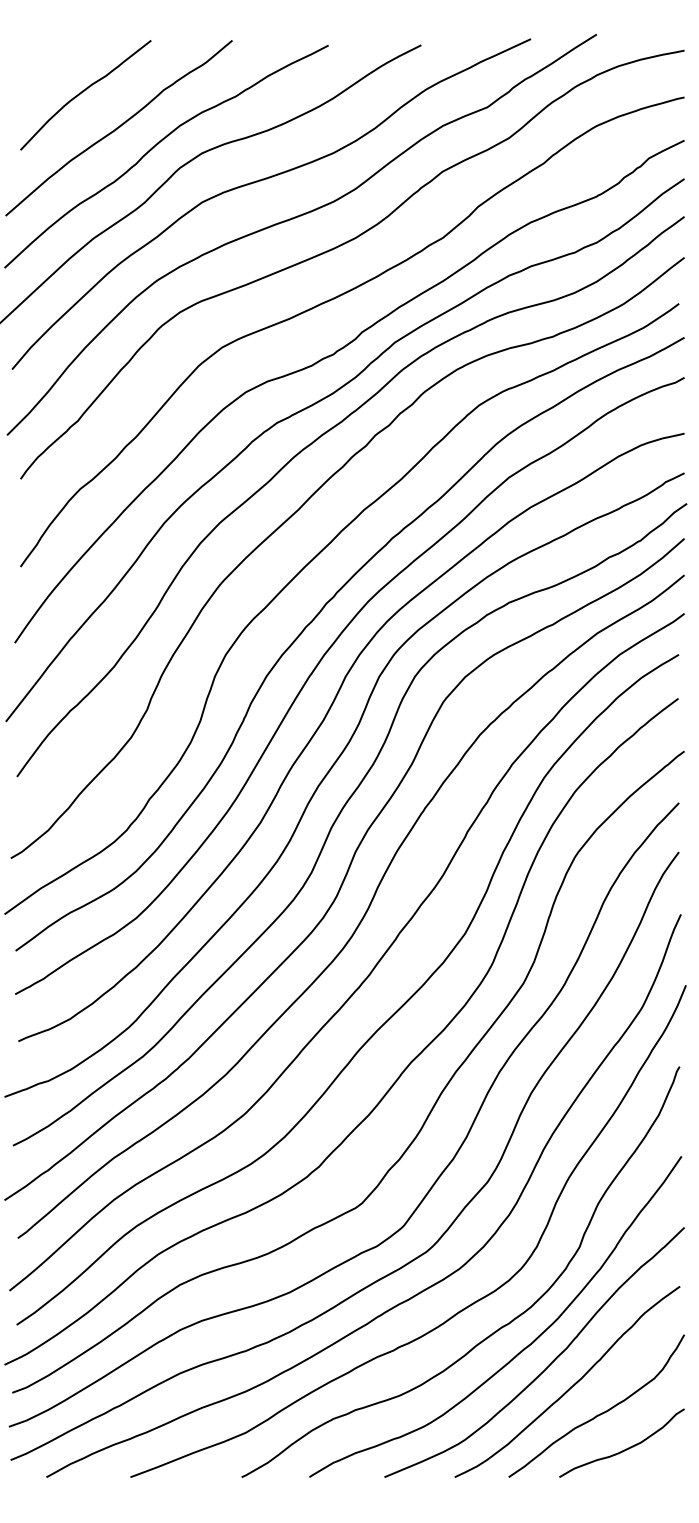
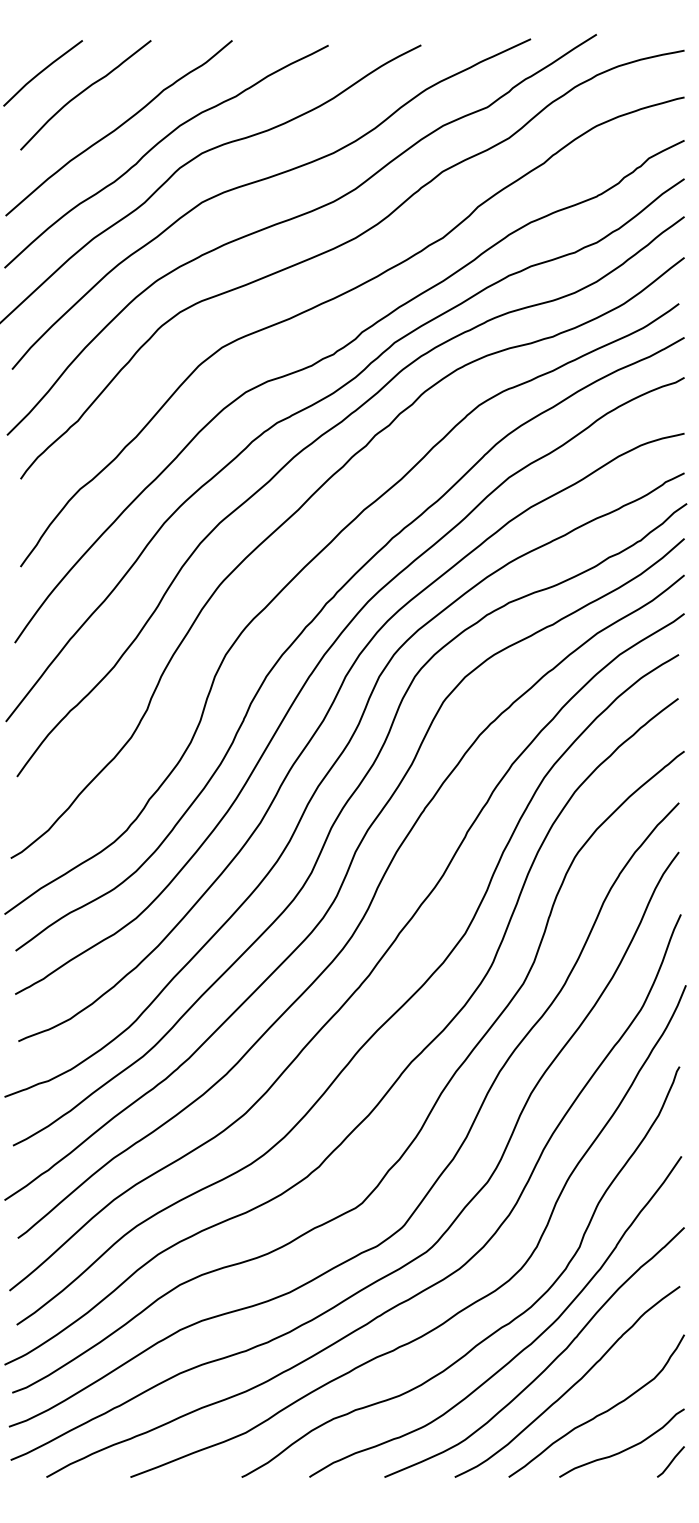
line at (42, 72): none -> present
line at (670, 1461): none -> present
